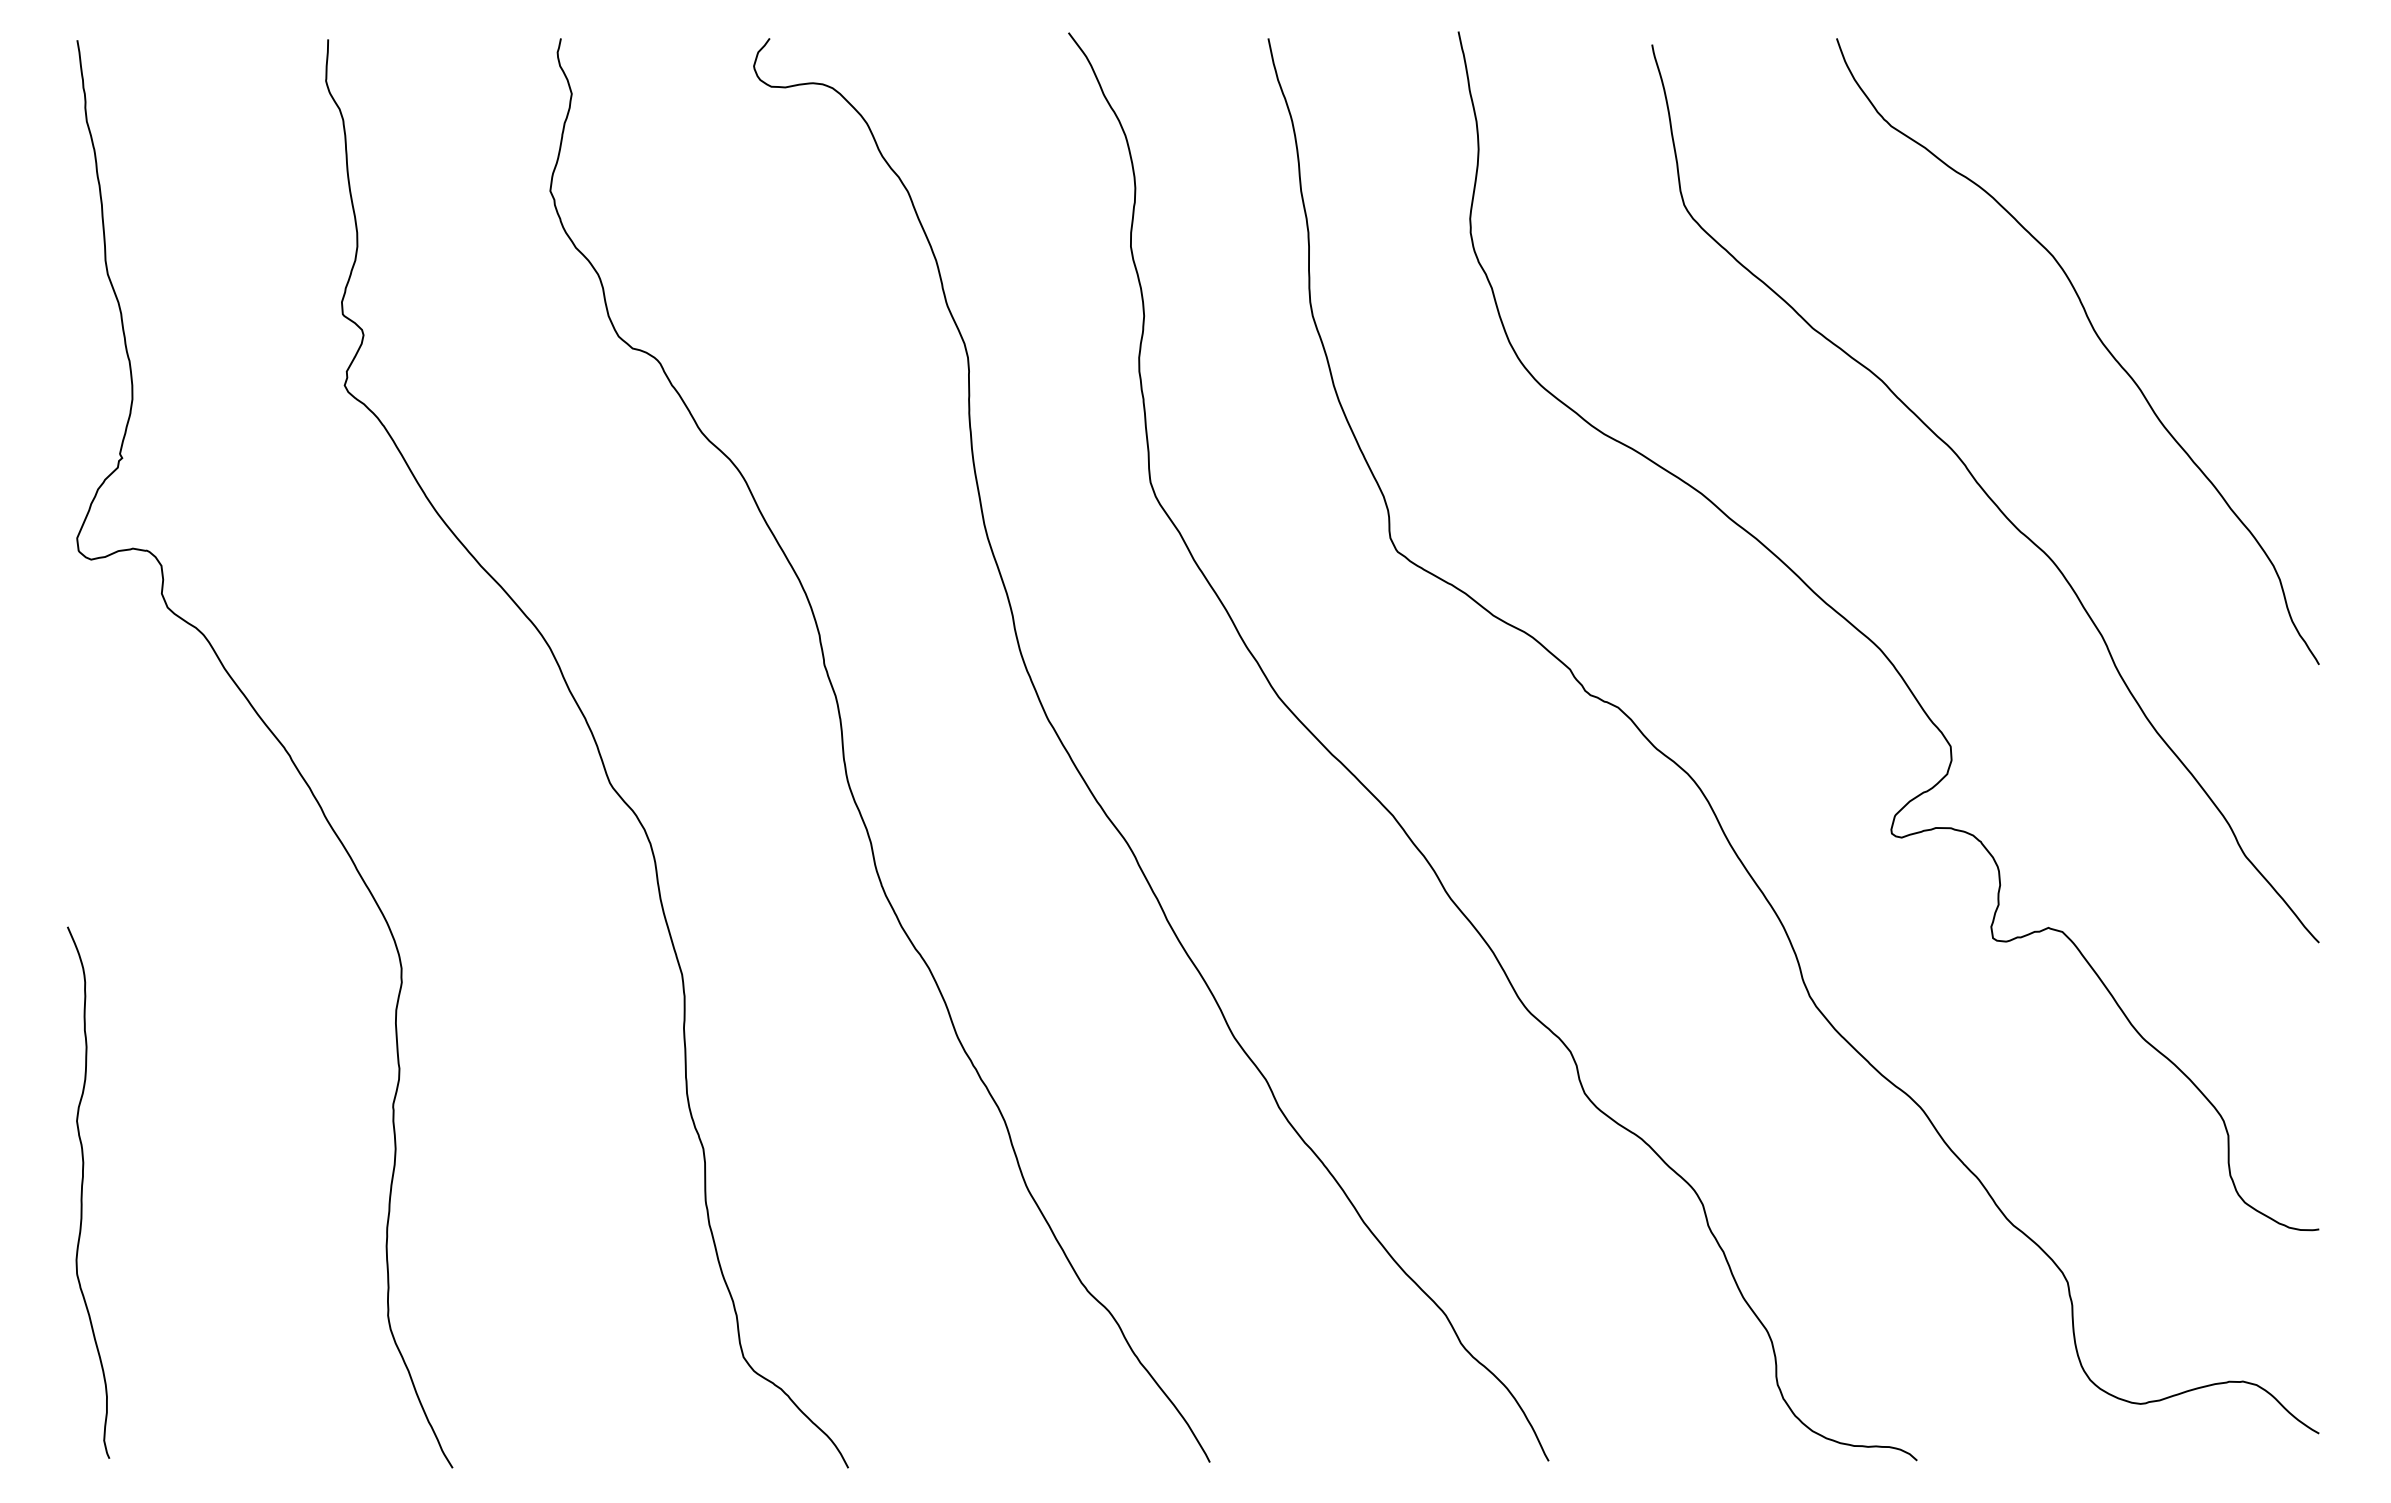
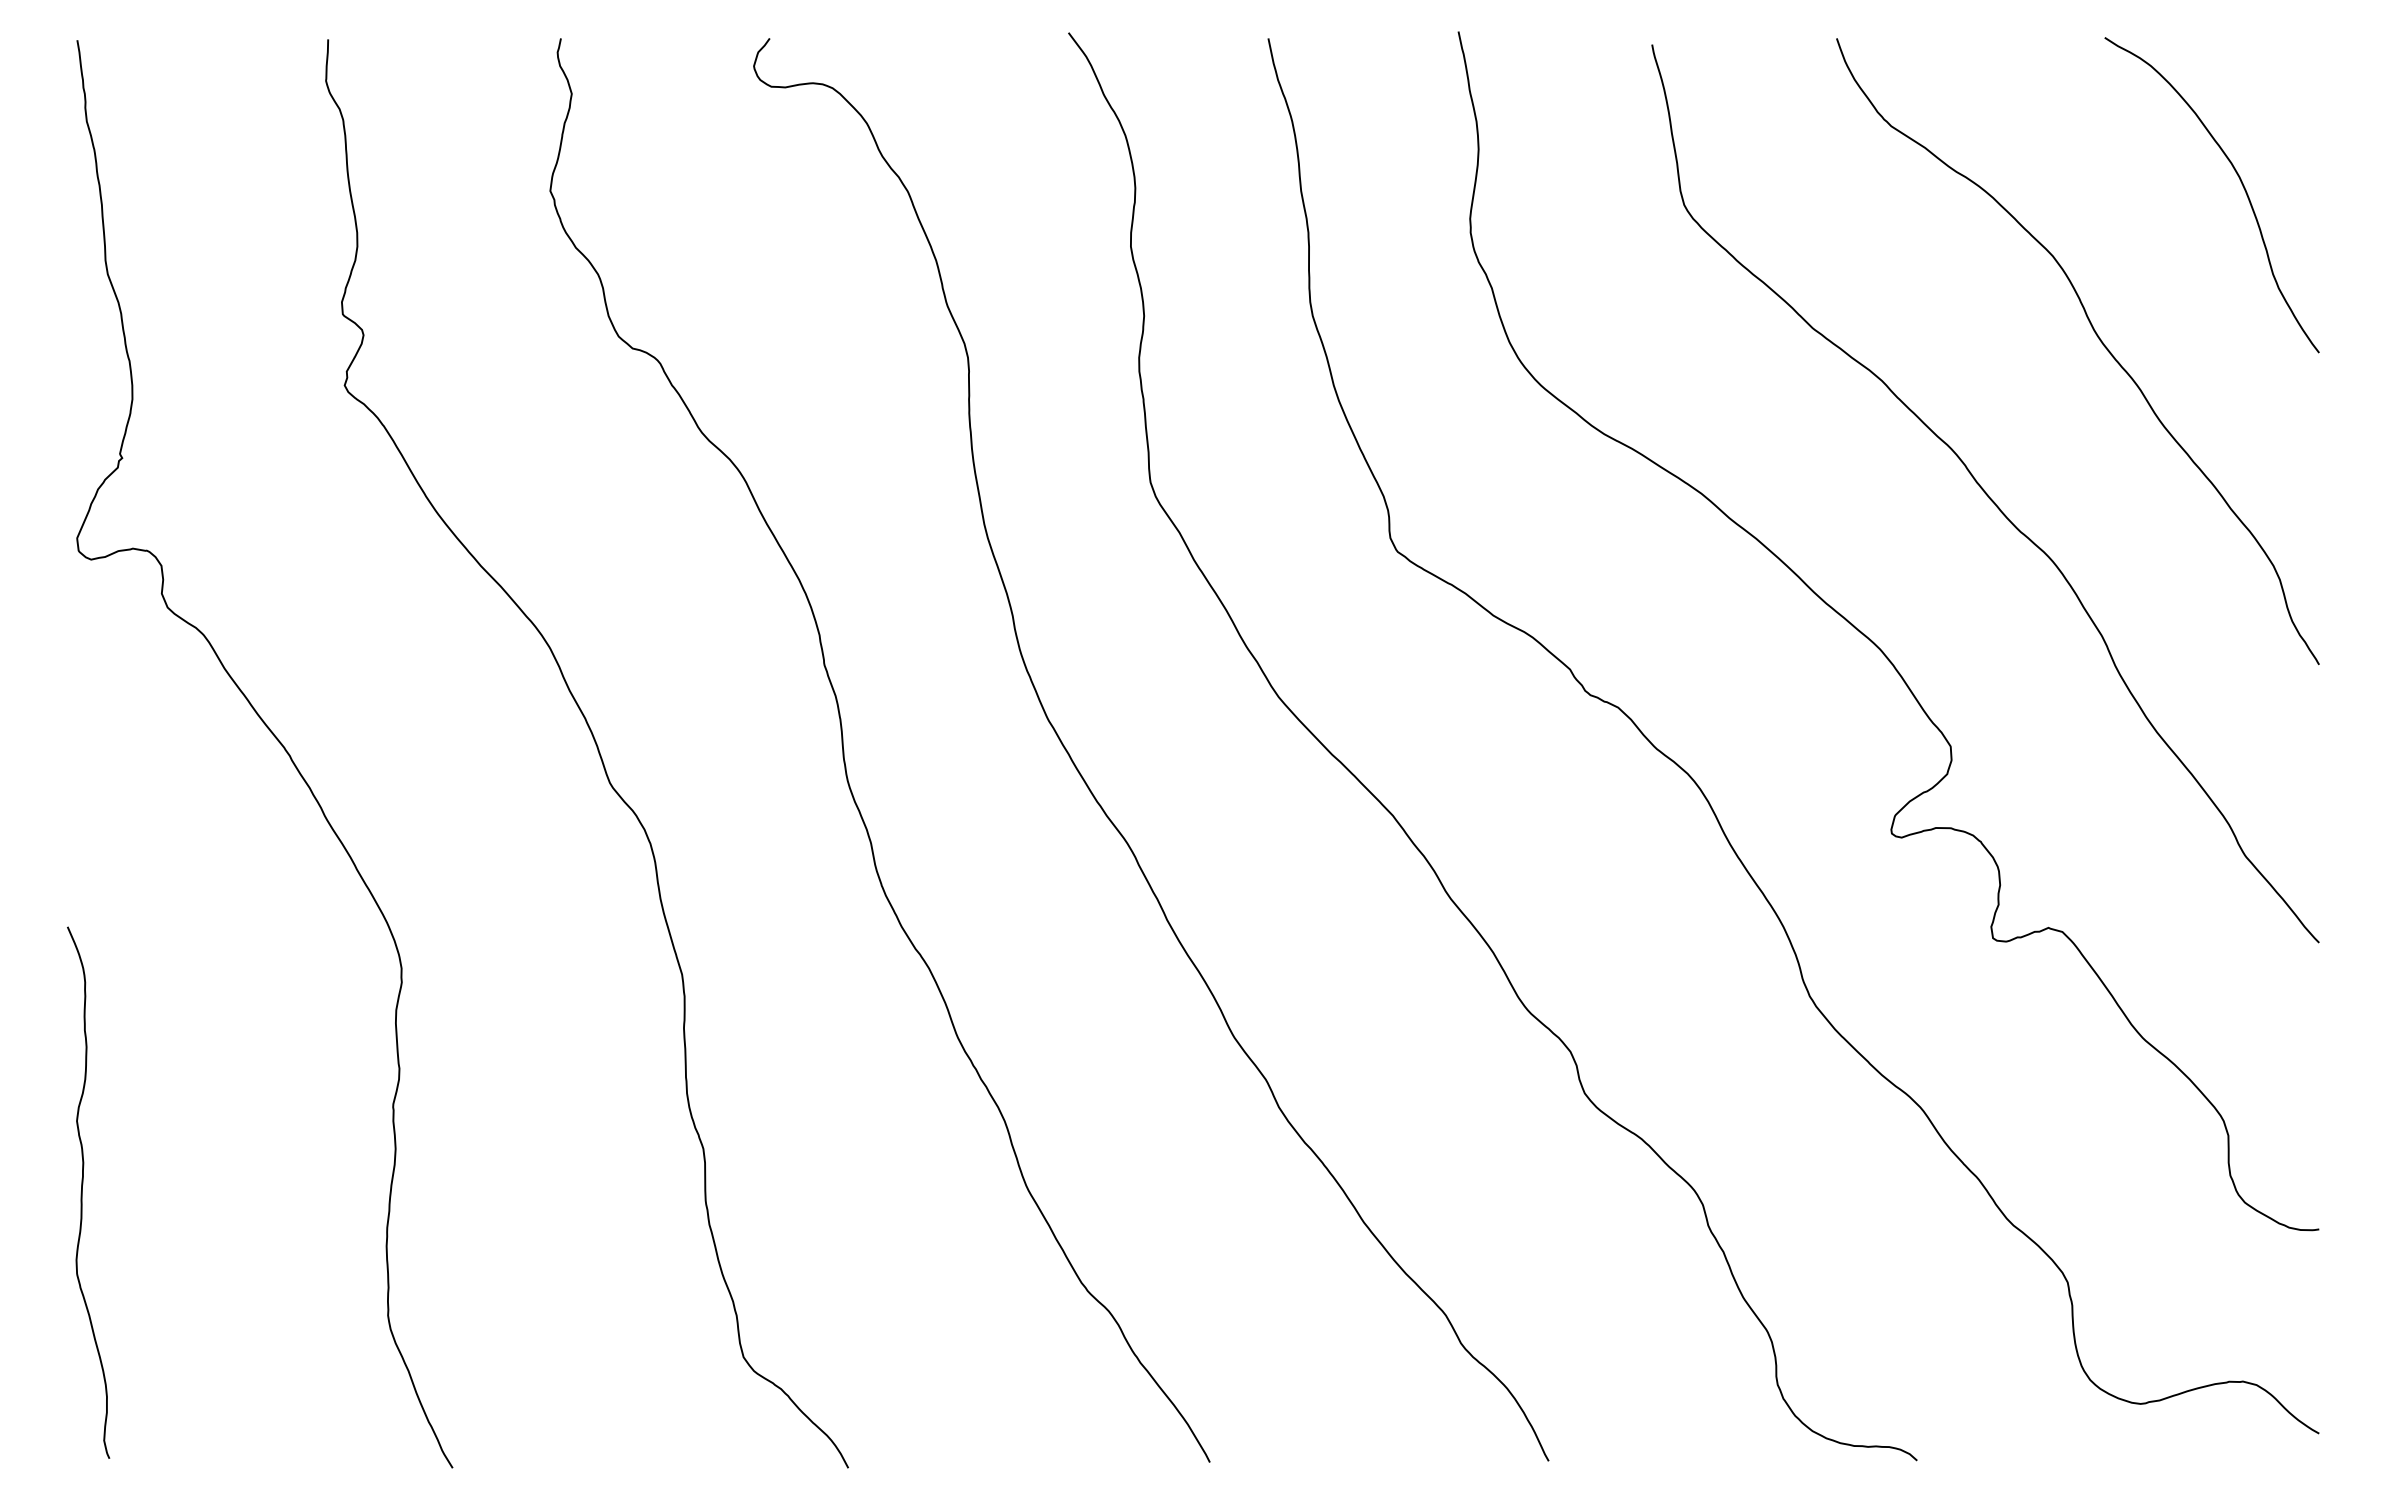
curve at (2240, 182): none -> present
